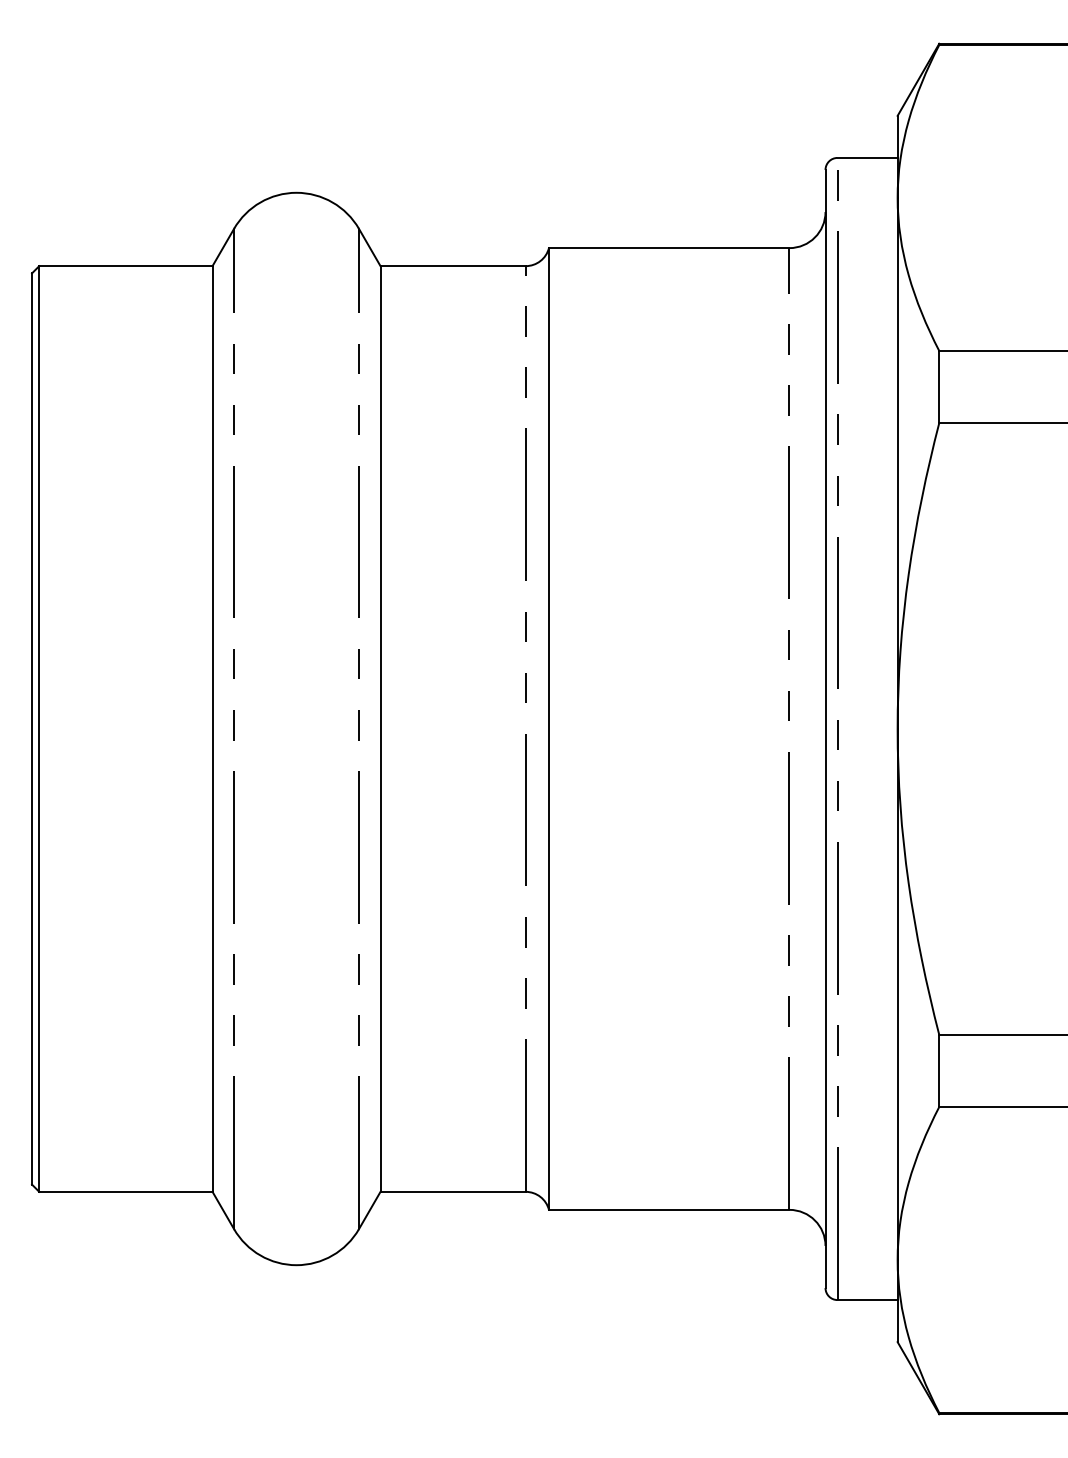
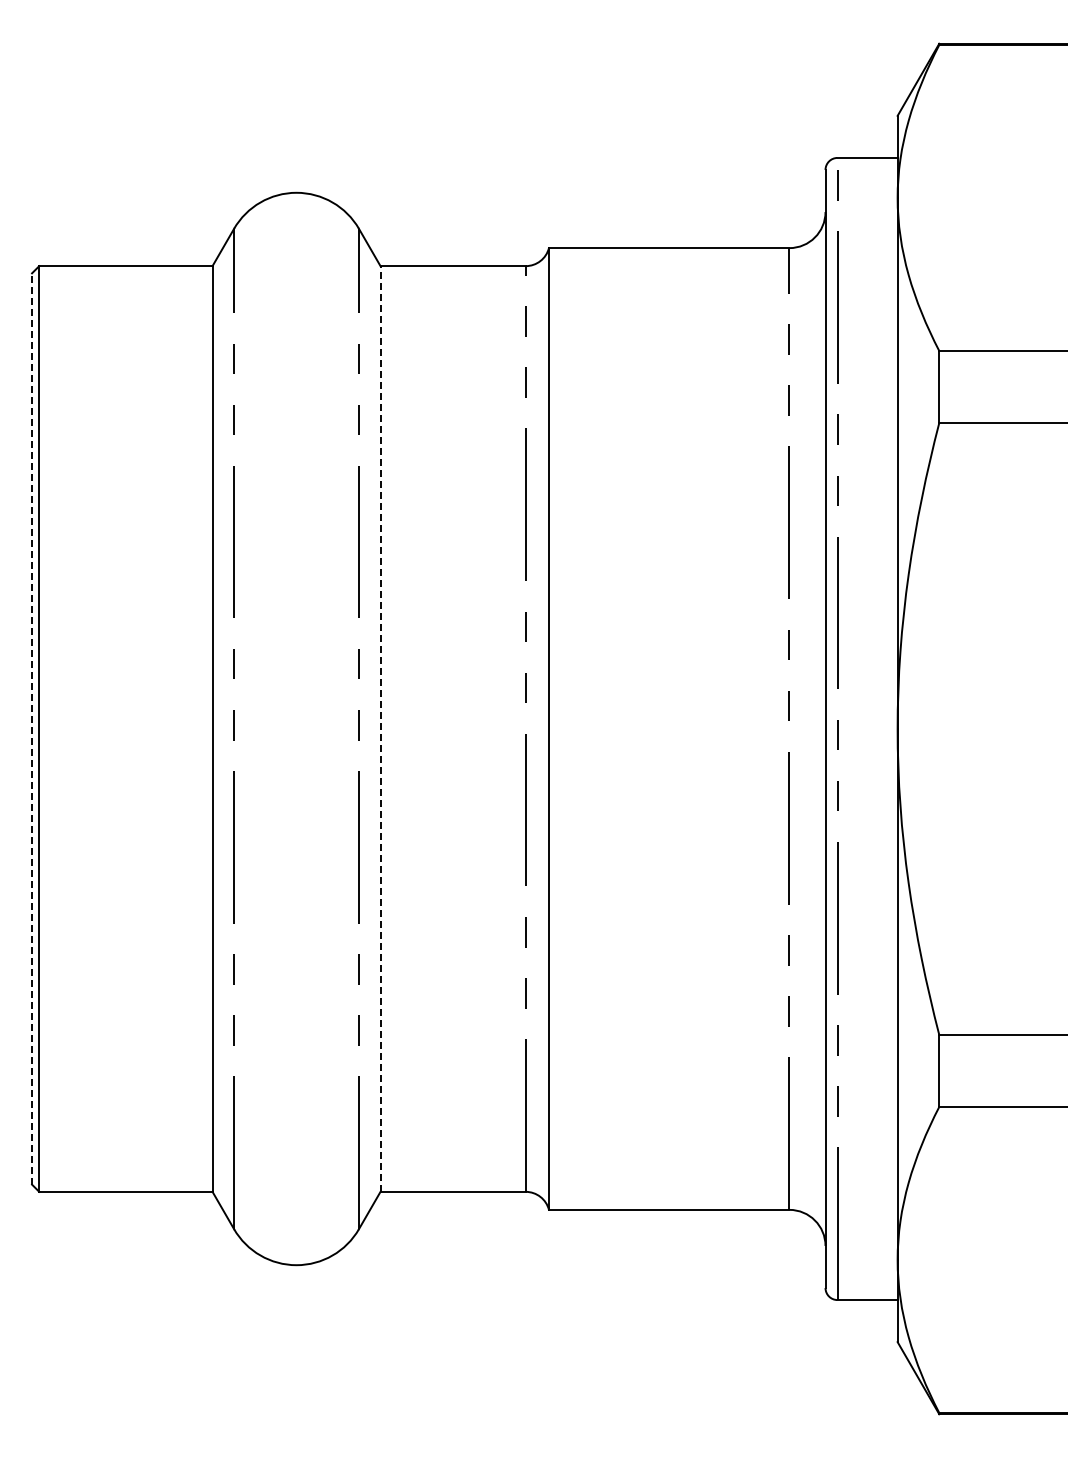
line at (32, 729): solid -> dashed
line at (380, 729): solid -> dashed
